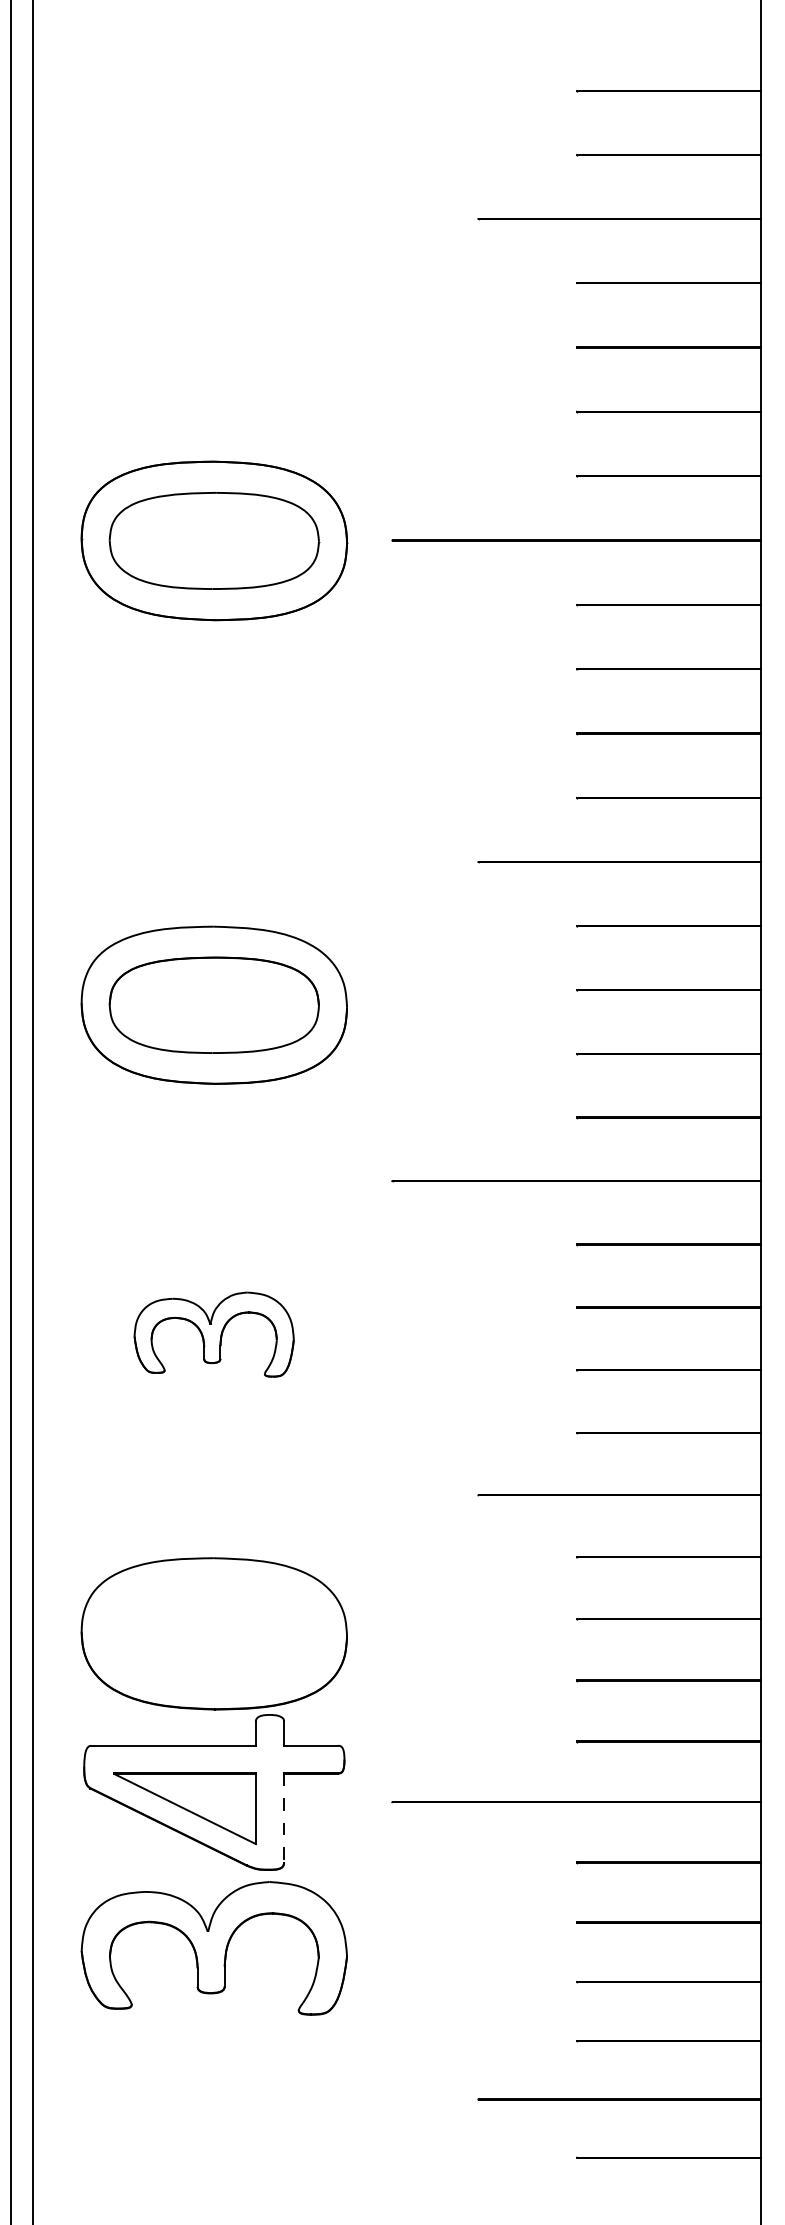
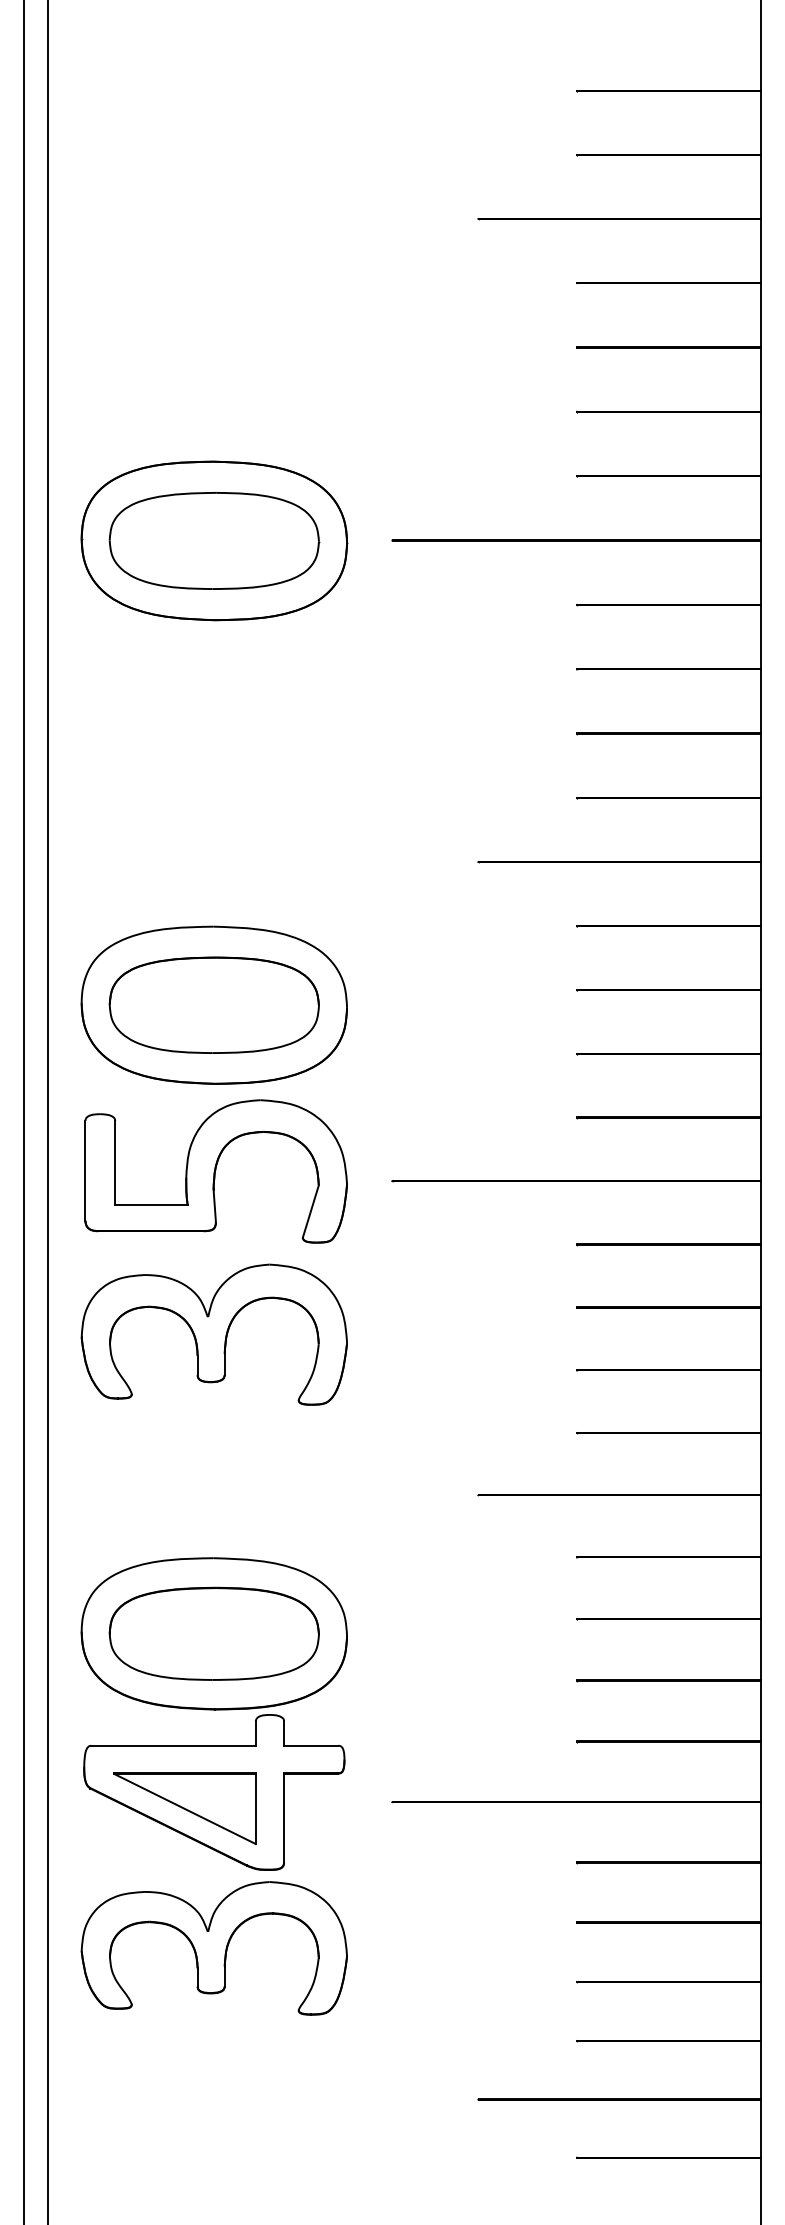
line at (10, 1111) position: (10, 1111) -> (23, 1111)
line at (33, 1111) position: (33, 1111) -> (48, 1111)
part at (215, 1171): none -> present
part at (213, 1334) size: 162x87 px -> 268x143 px
part at (213, 1633): none -> present
line at (284, 1818): dashed -> solid
